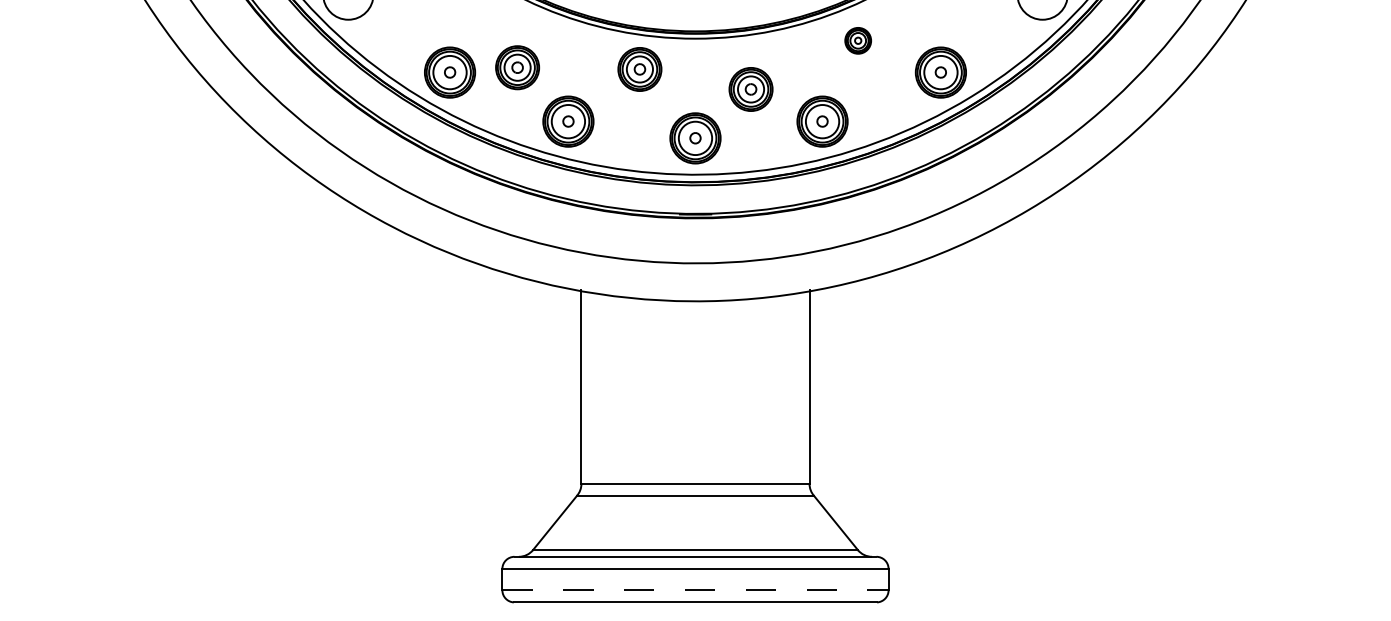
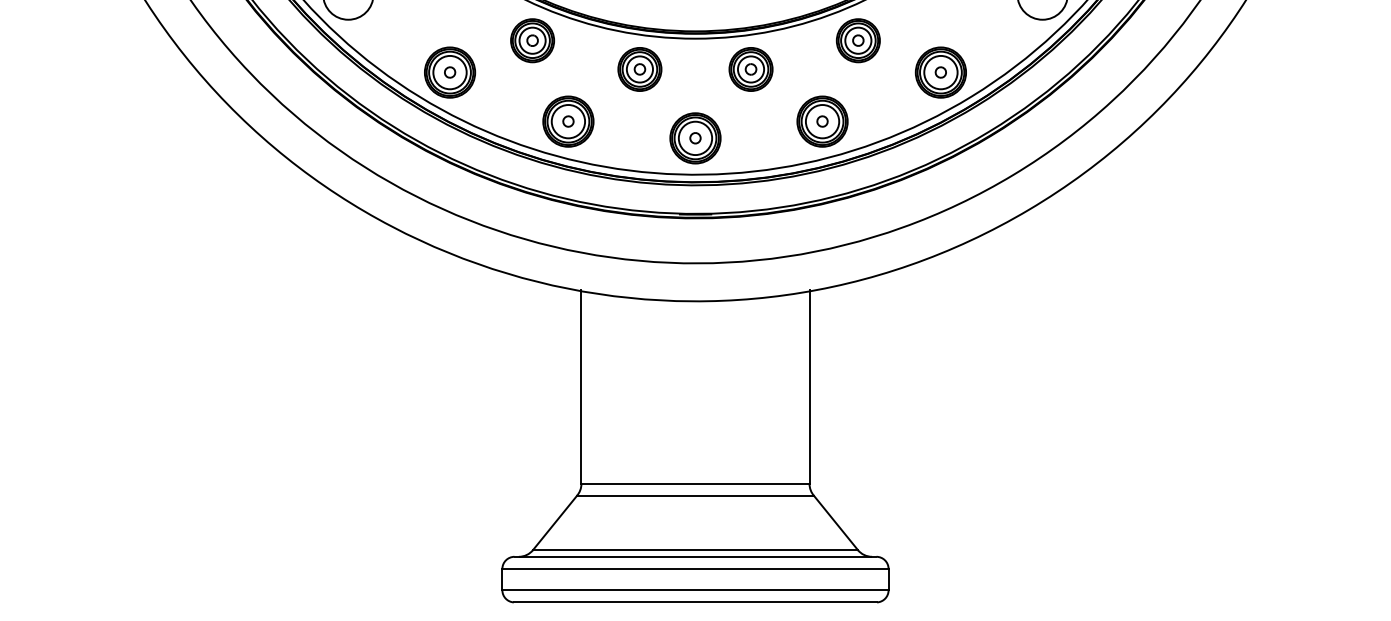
part at (857, 40) size: 28x28 px -> 46x46 px
part at (517, 67) position: (517, 67) -> (532, 40)
part at (750, 89) position: (750, 89) -> (750, 69)
line at (695, 590): dashed -> solid
